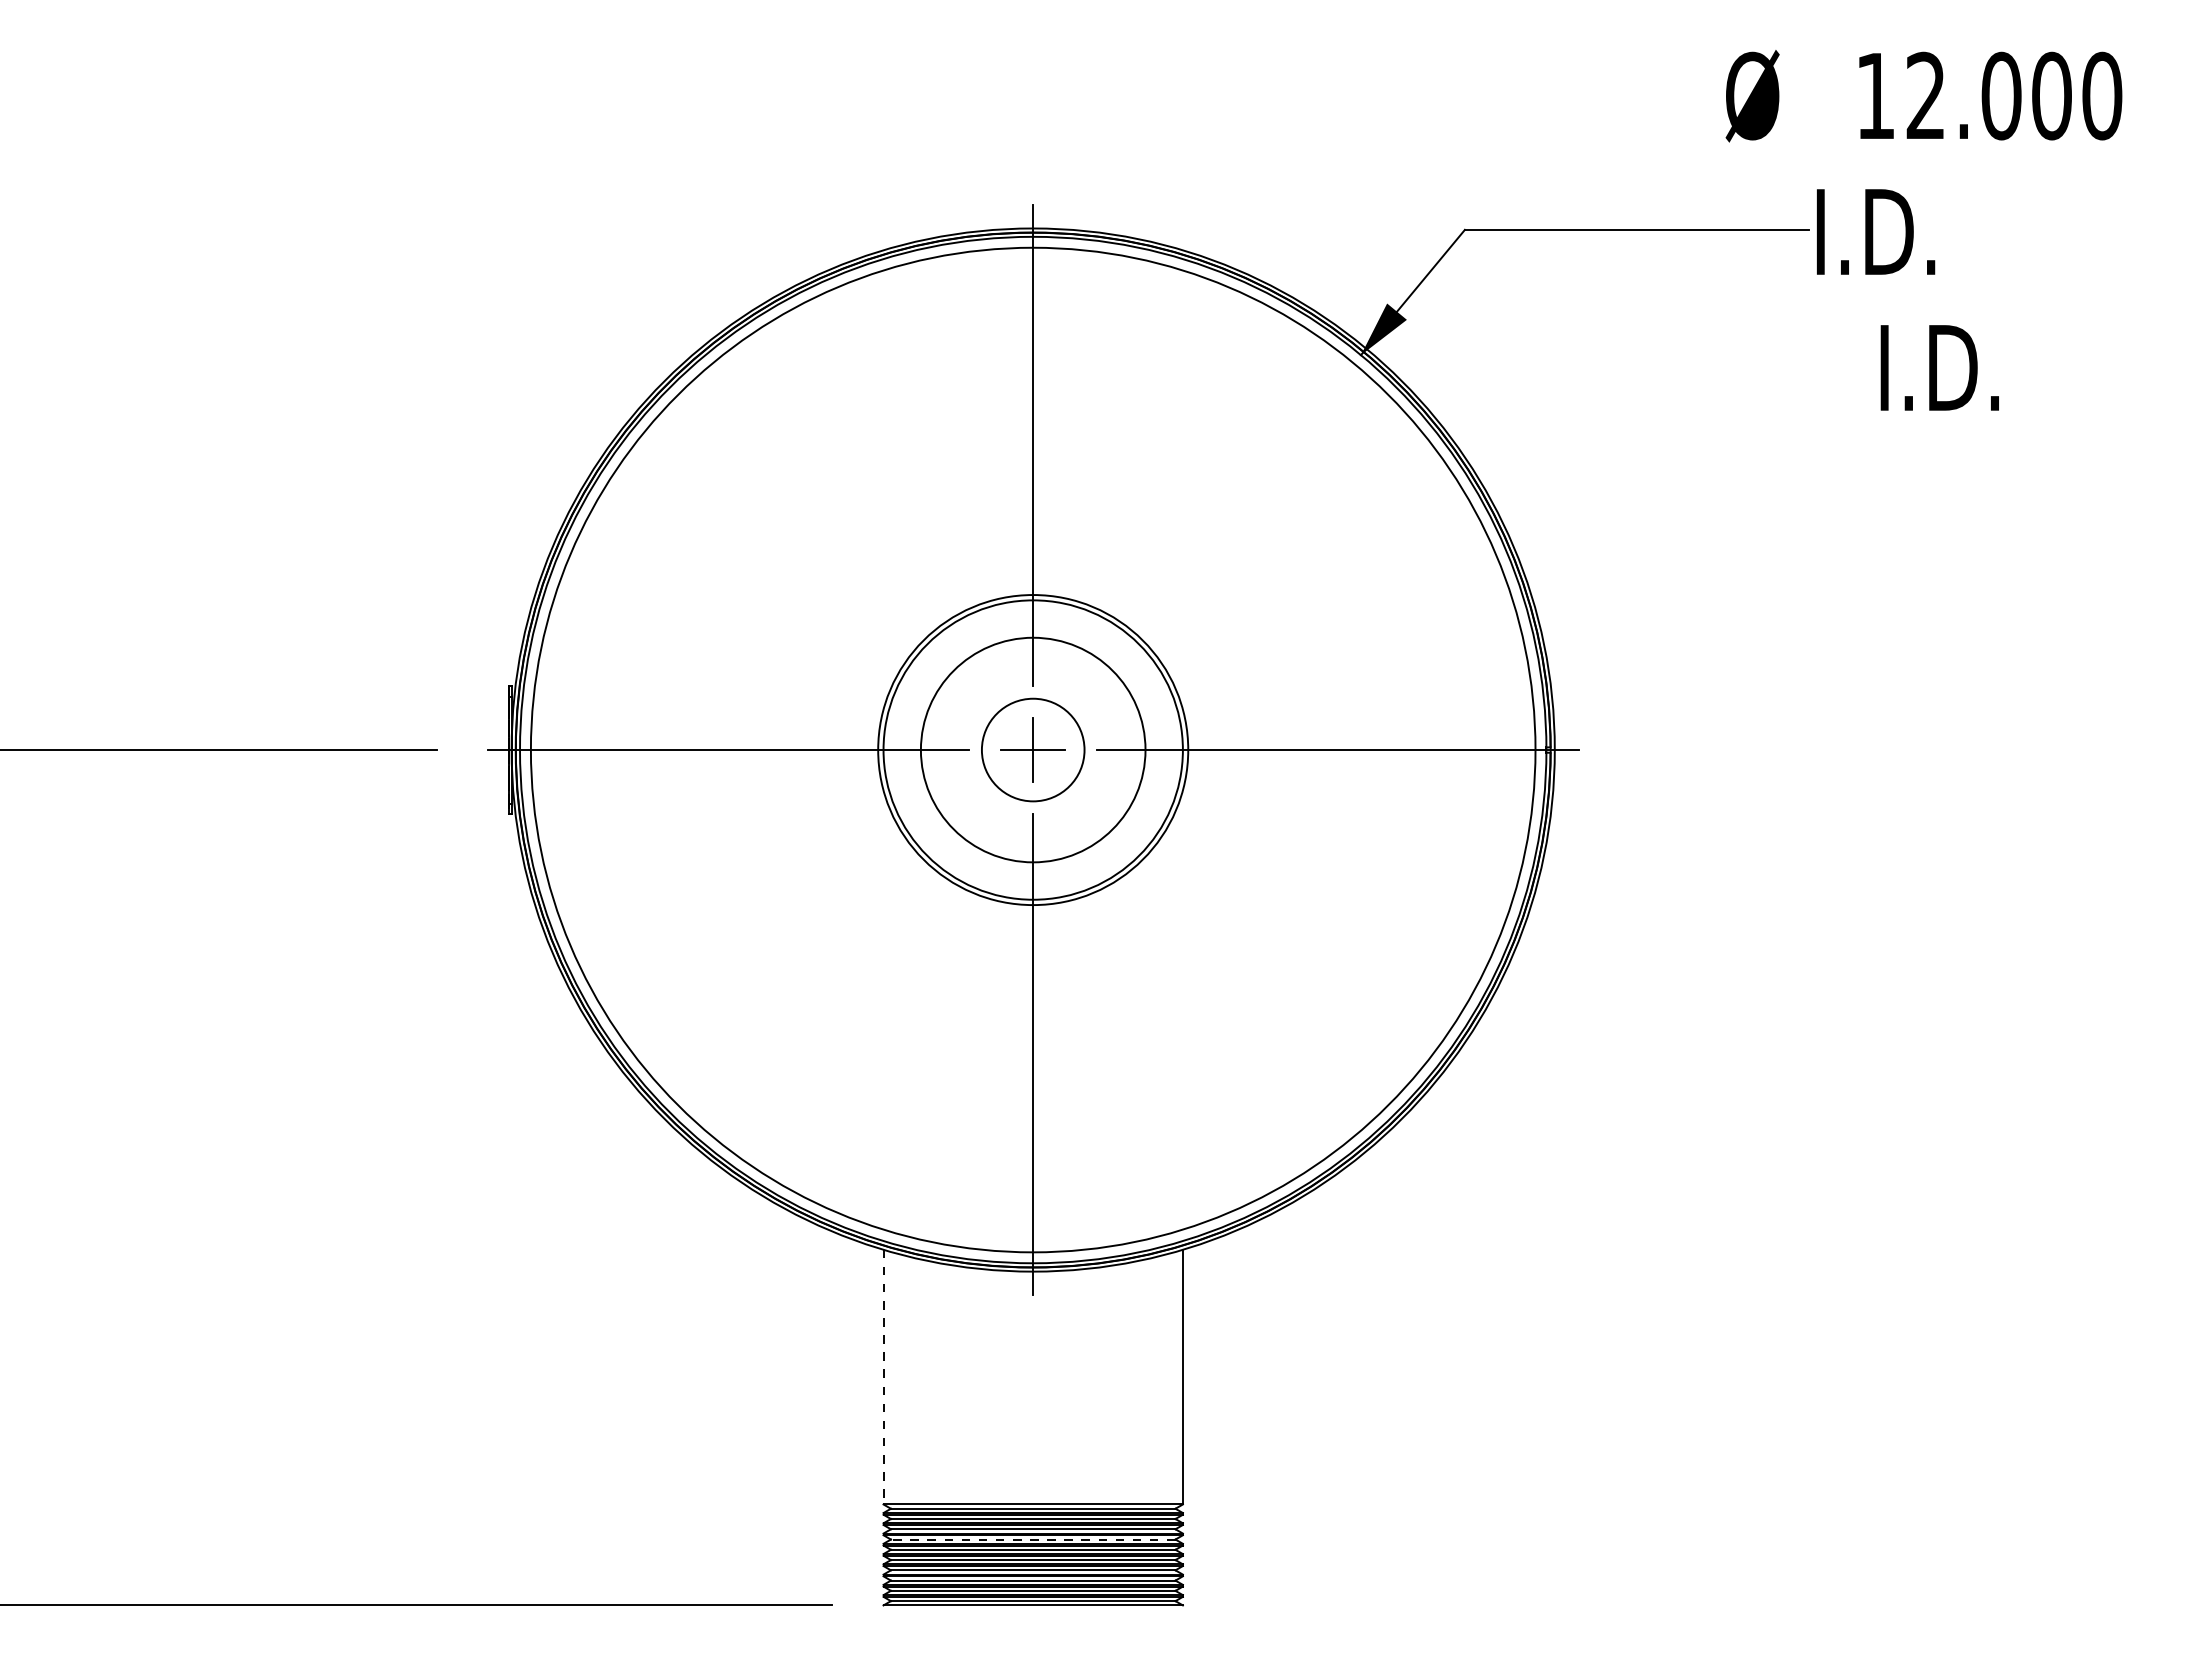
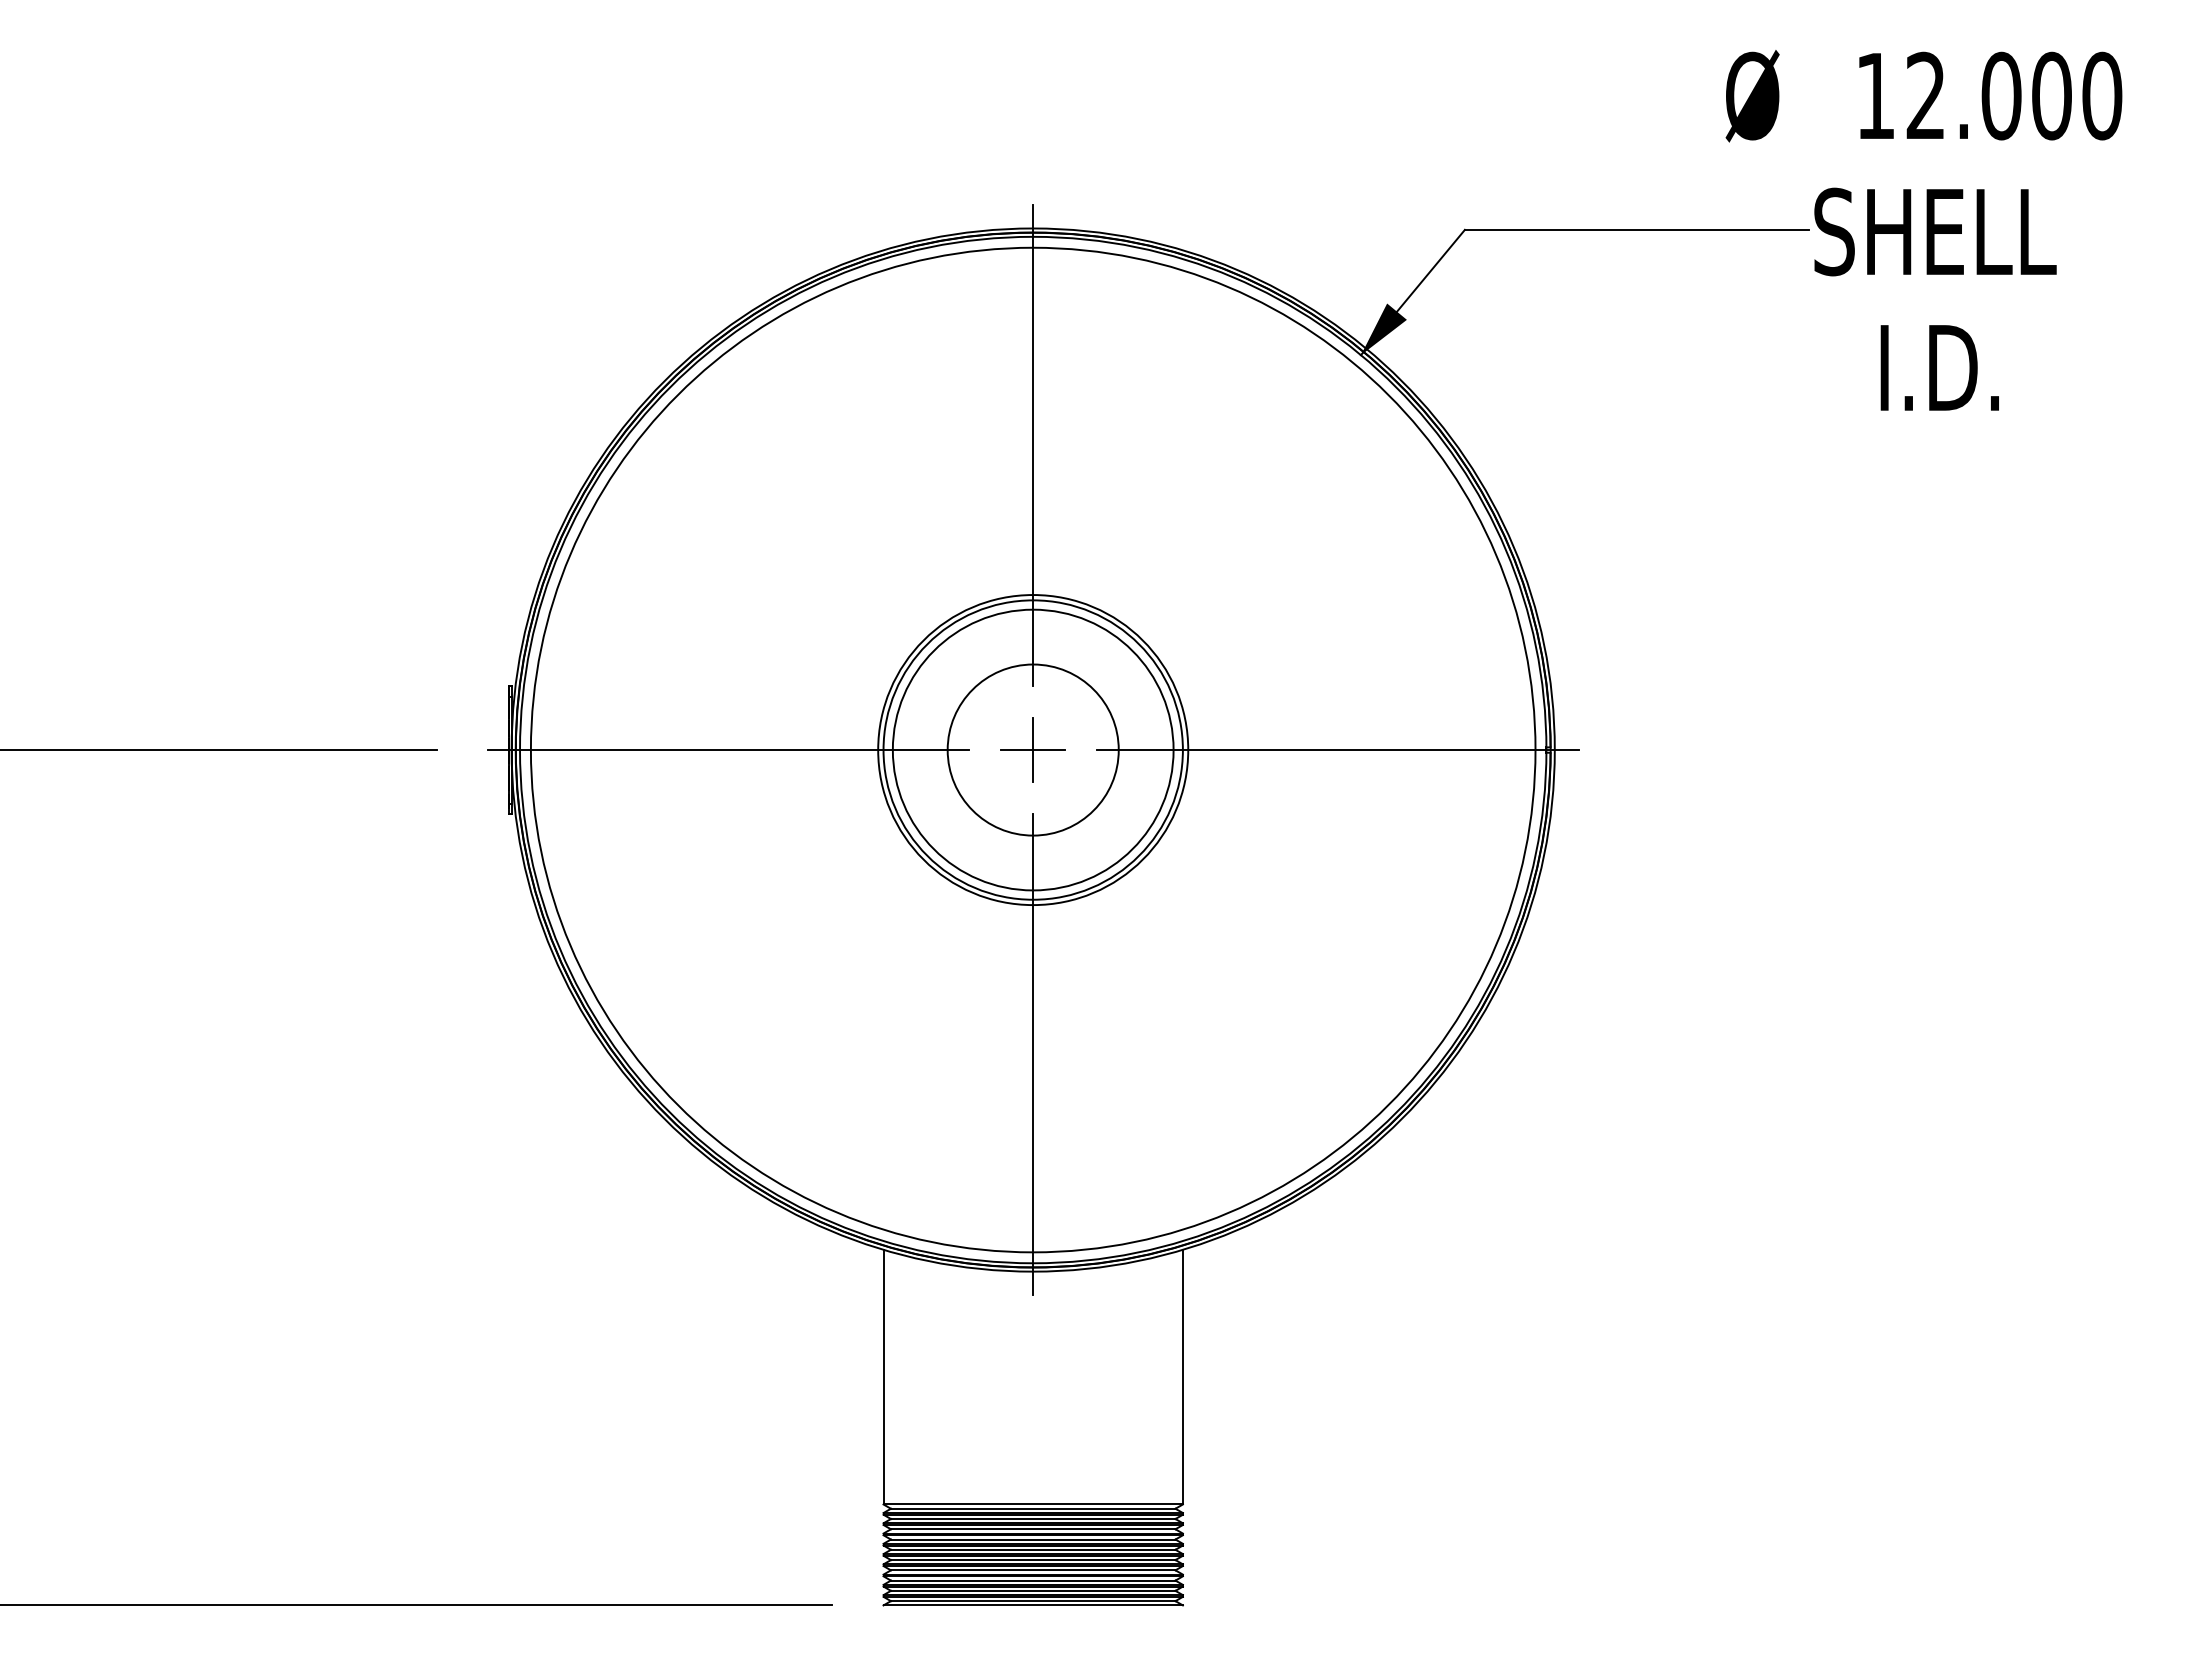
text at (1935, 231): I.D. -> SHELL
circle at (1032, 749) diameter: 103 px -> 171 px
circle at (1032, 749) diameter: 225 px -> 281 px
line at (883, 1377): dashed -> solid
line at (1032, 1539): dashed -> solid
